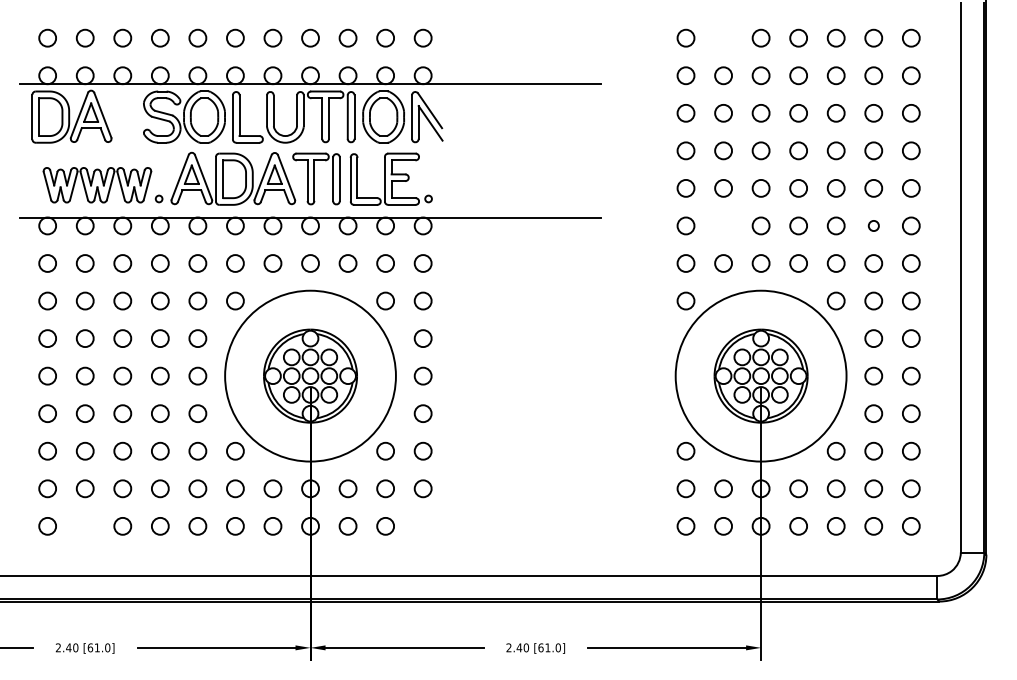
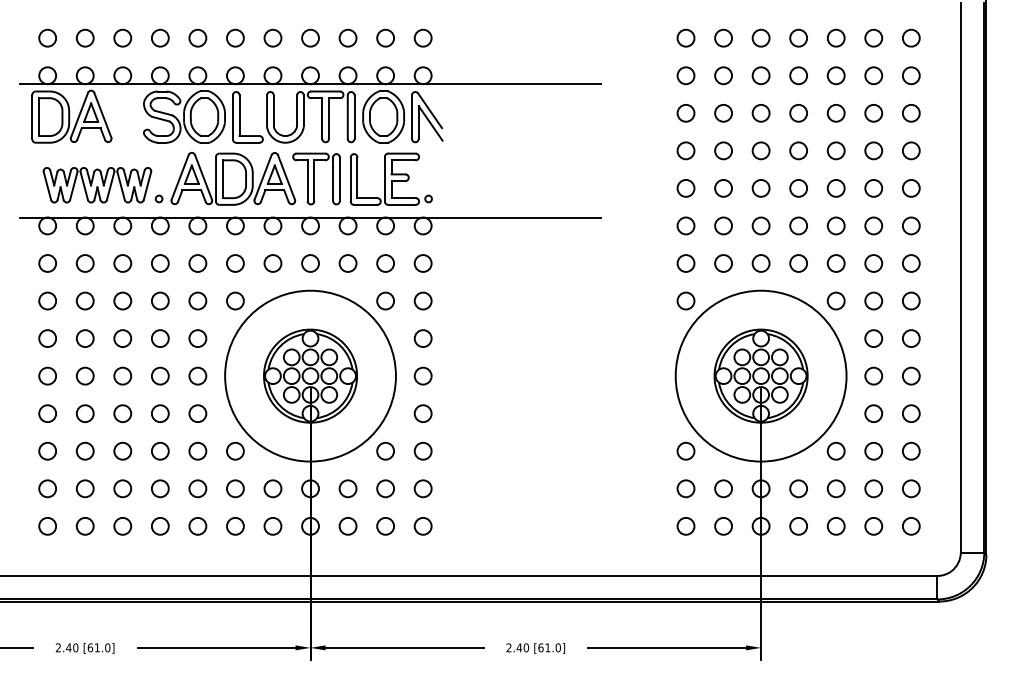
circle at (723, 37): none -> present
circle at (723, 225): none -> present
circle at (873, 225) size: 13x12 px -> 20x20 px
circle at (84, 526): none -> present
circle at (422, 526): none -> present
